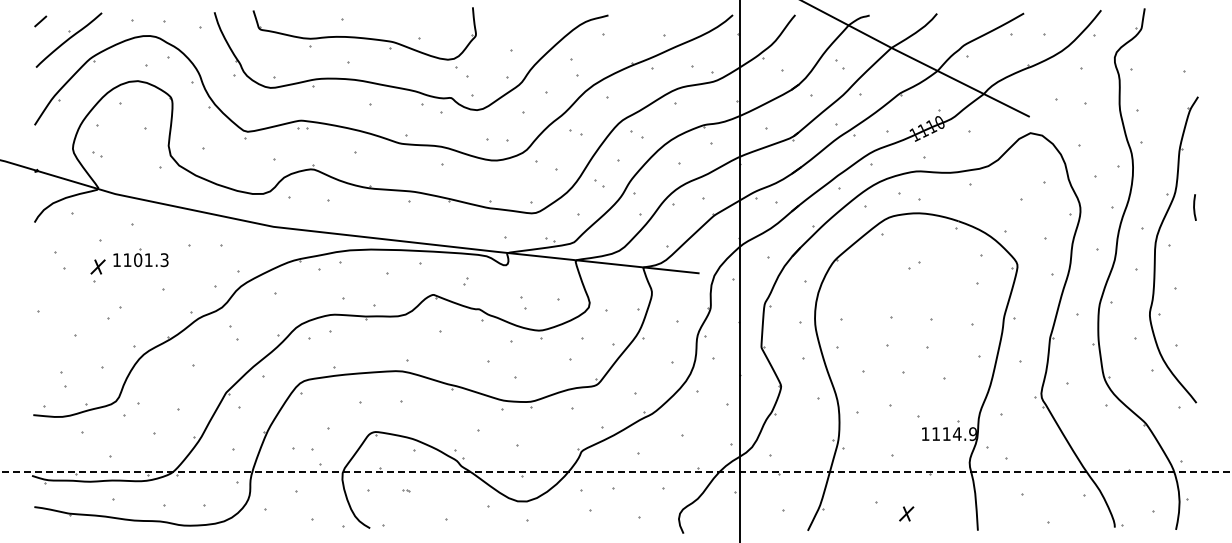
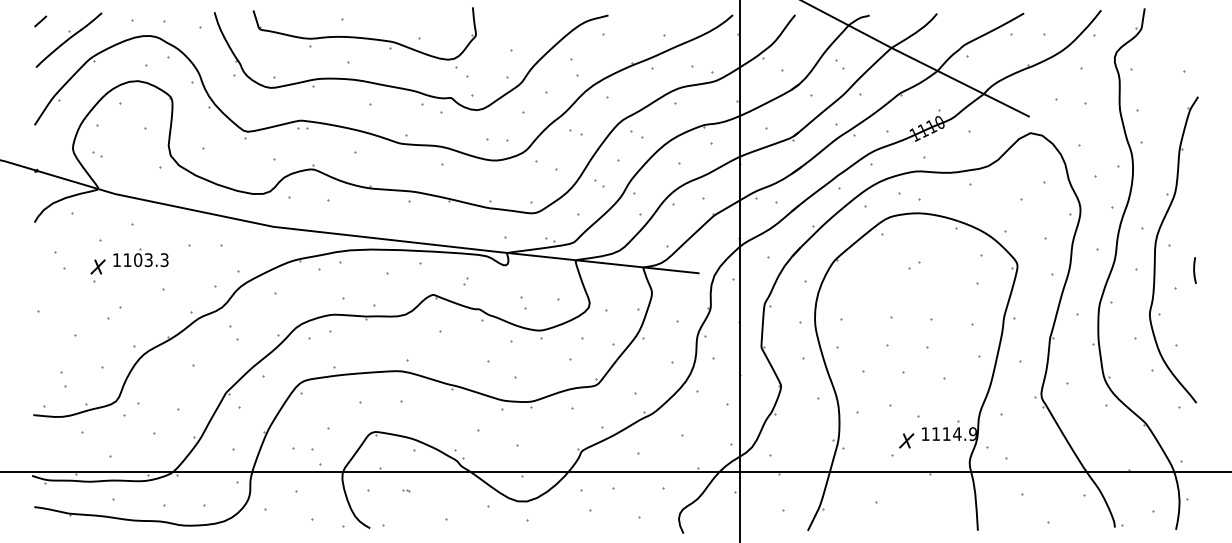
line at (1194, 207) position: (1194, 207) -> (1194, 270)
text at (148, 260): 1101.3 -> 1103.3
line at (616, 471): dashed -> solid
part at (906, 513) position: (906, 513) -> (906, 440)
